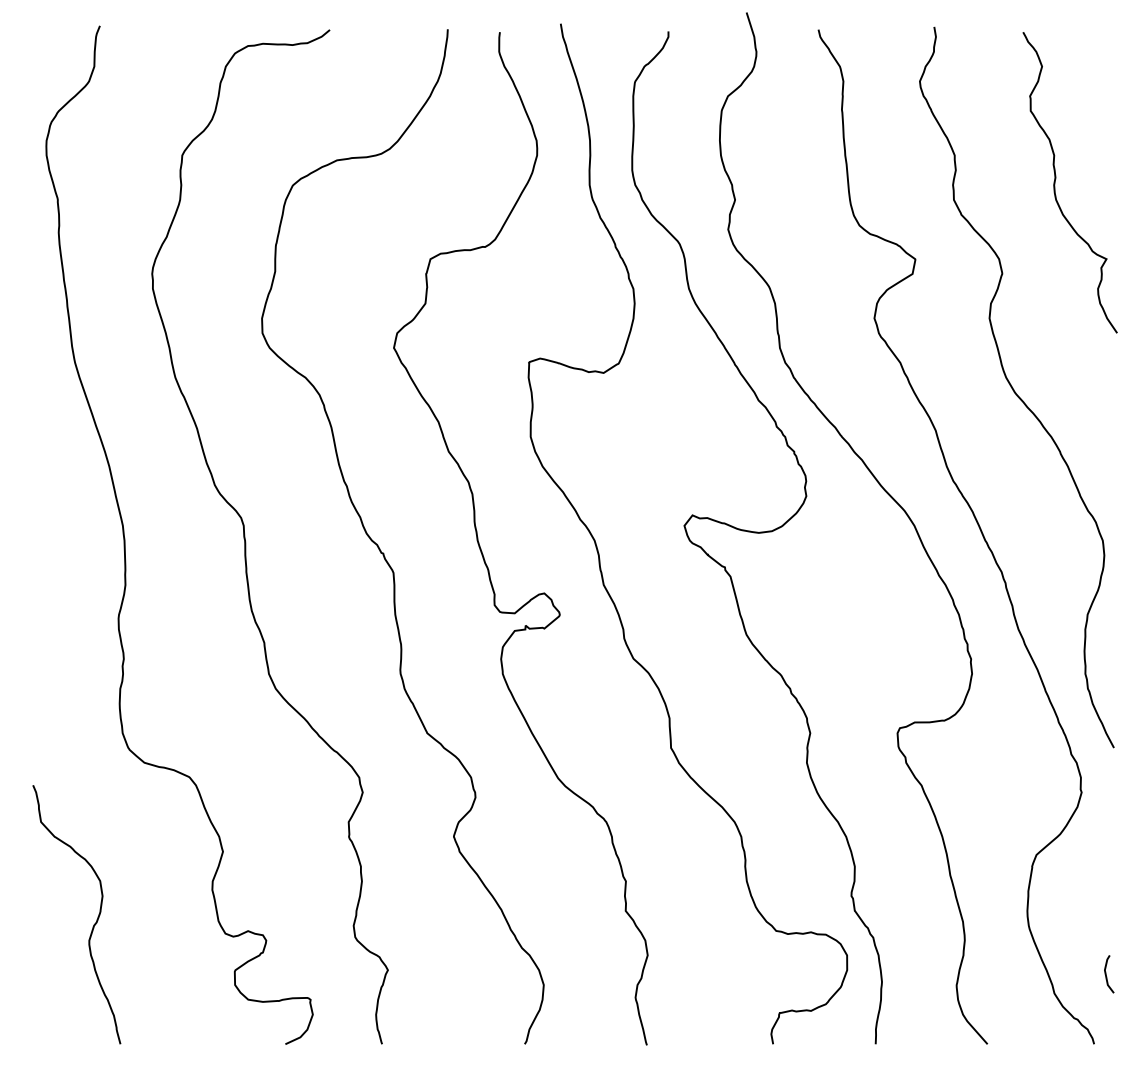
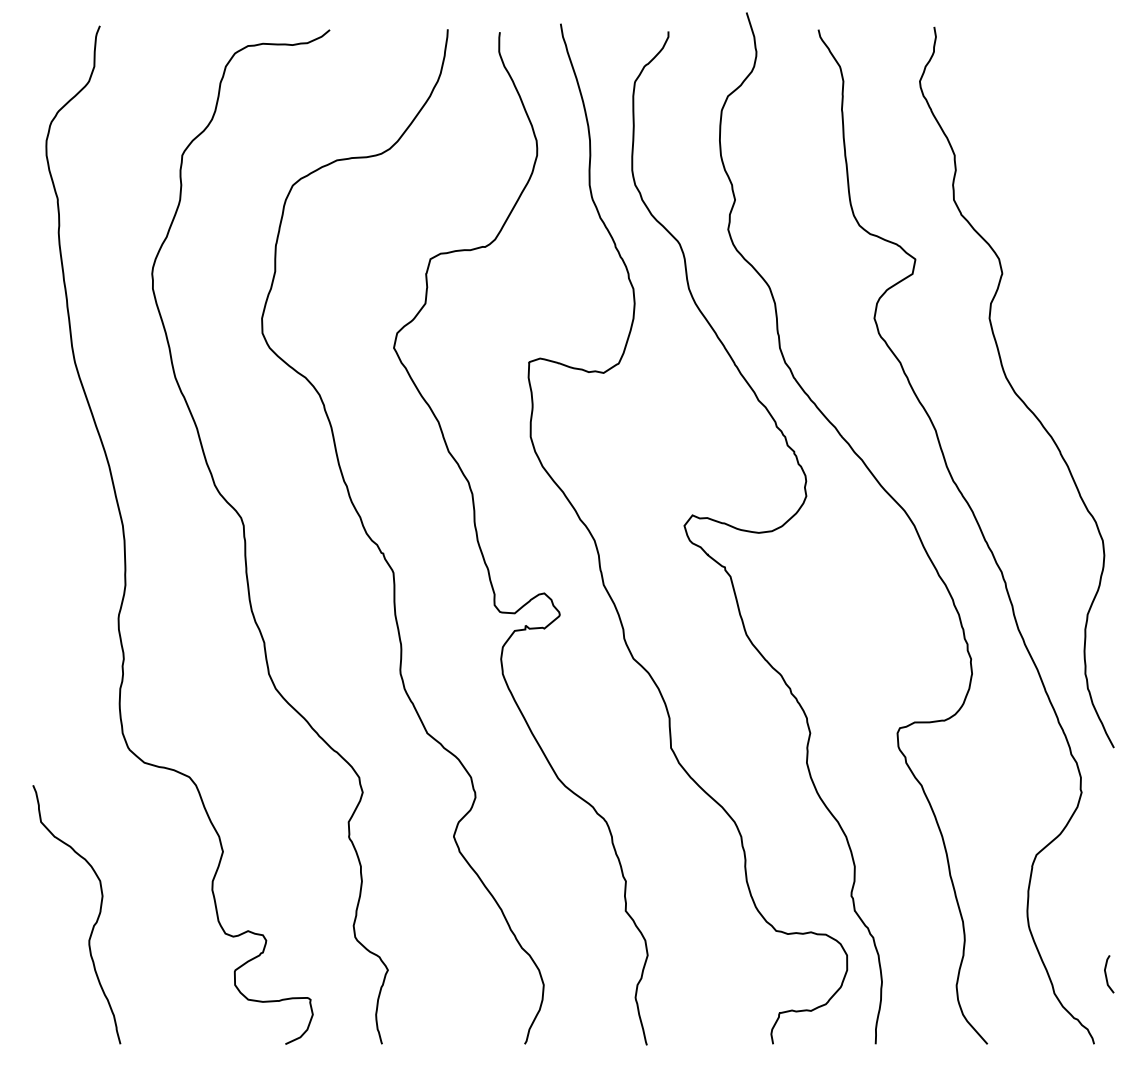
curve at (1056, 179): present -> none
